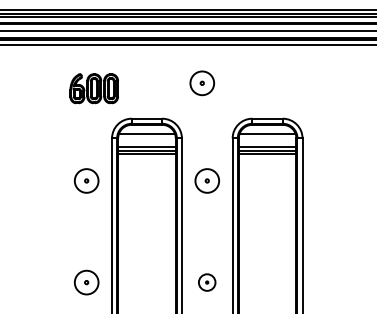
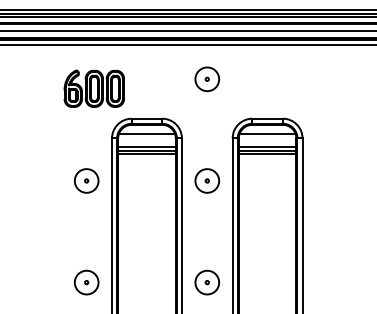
part at (201, 83) position: (201, 83) -> (206, 79)
part at (93, 88) size: 50x32 px -> 62x39 px
part at (207, 282) size: 19x19 px -> 26x27 px
